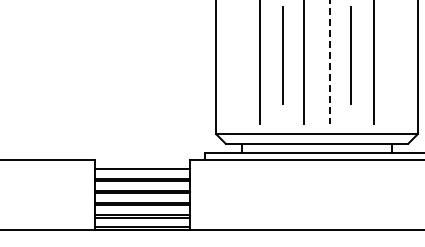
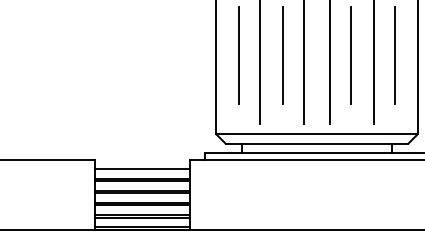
line at (239, 55): none -> present
line at (394, 55): none -> present
line at (329, 62): dashed -> solid
